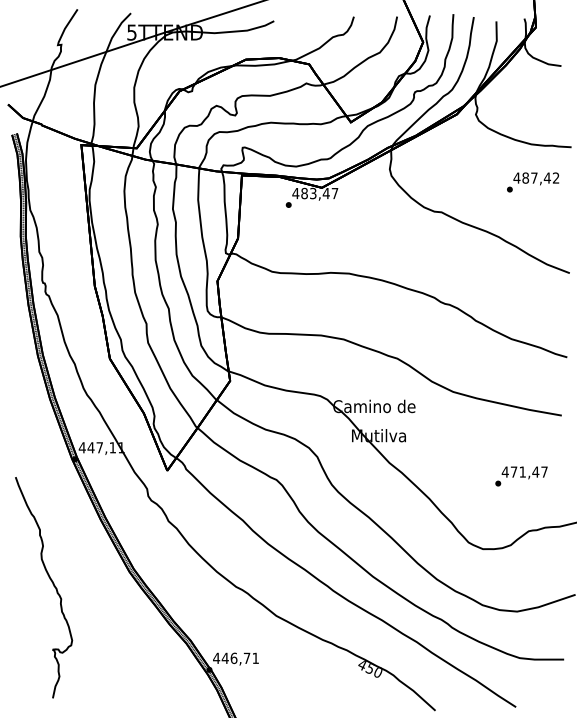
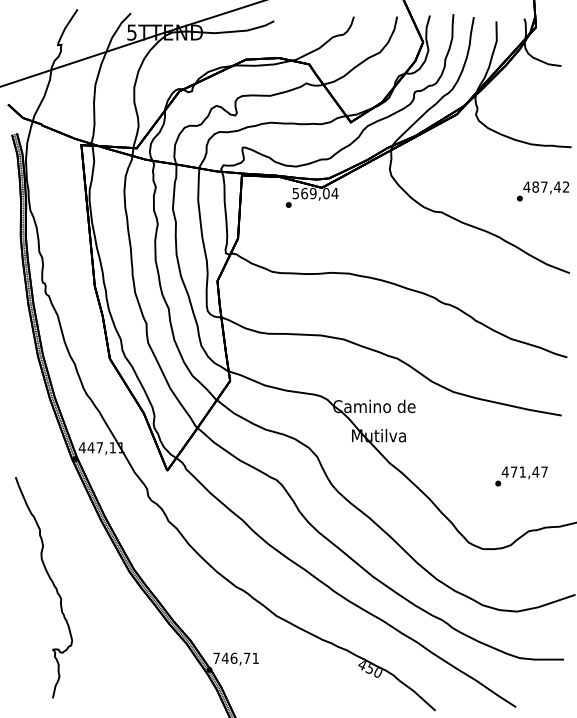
text at (533, 182) position: (533, 182) -> (543, 191)
text at (315, 193): 483,47 -> 569,04
text at (216, 657): 446,71 -> 746,71
